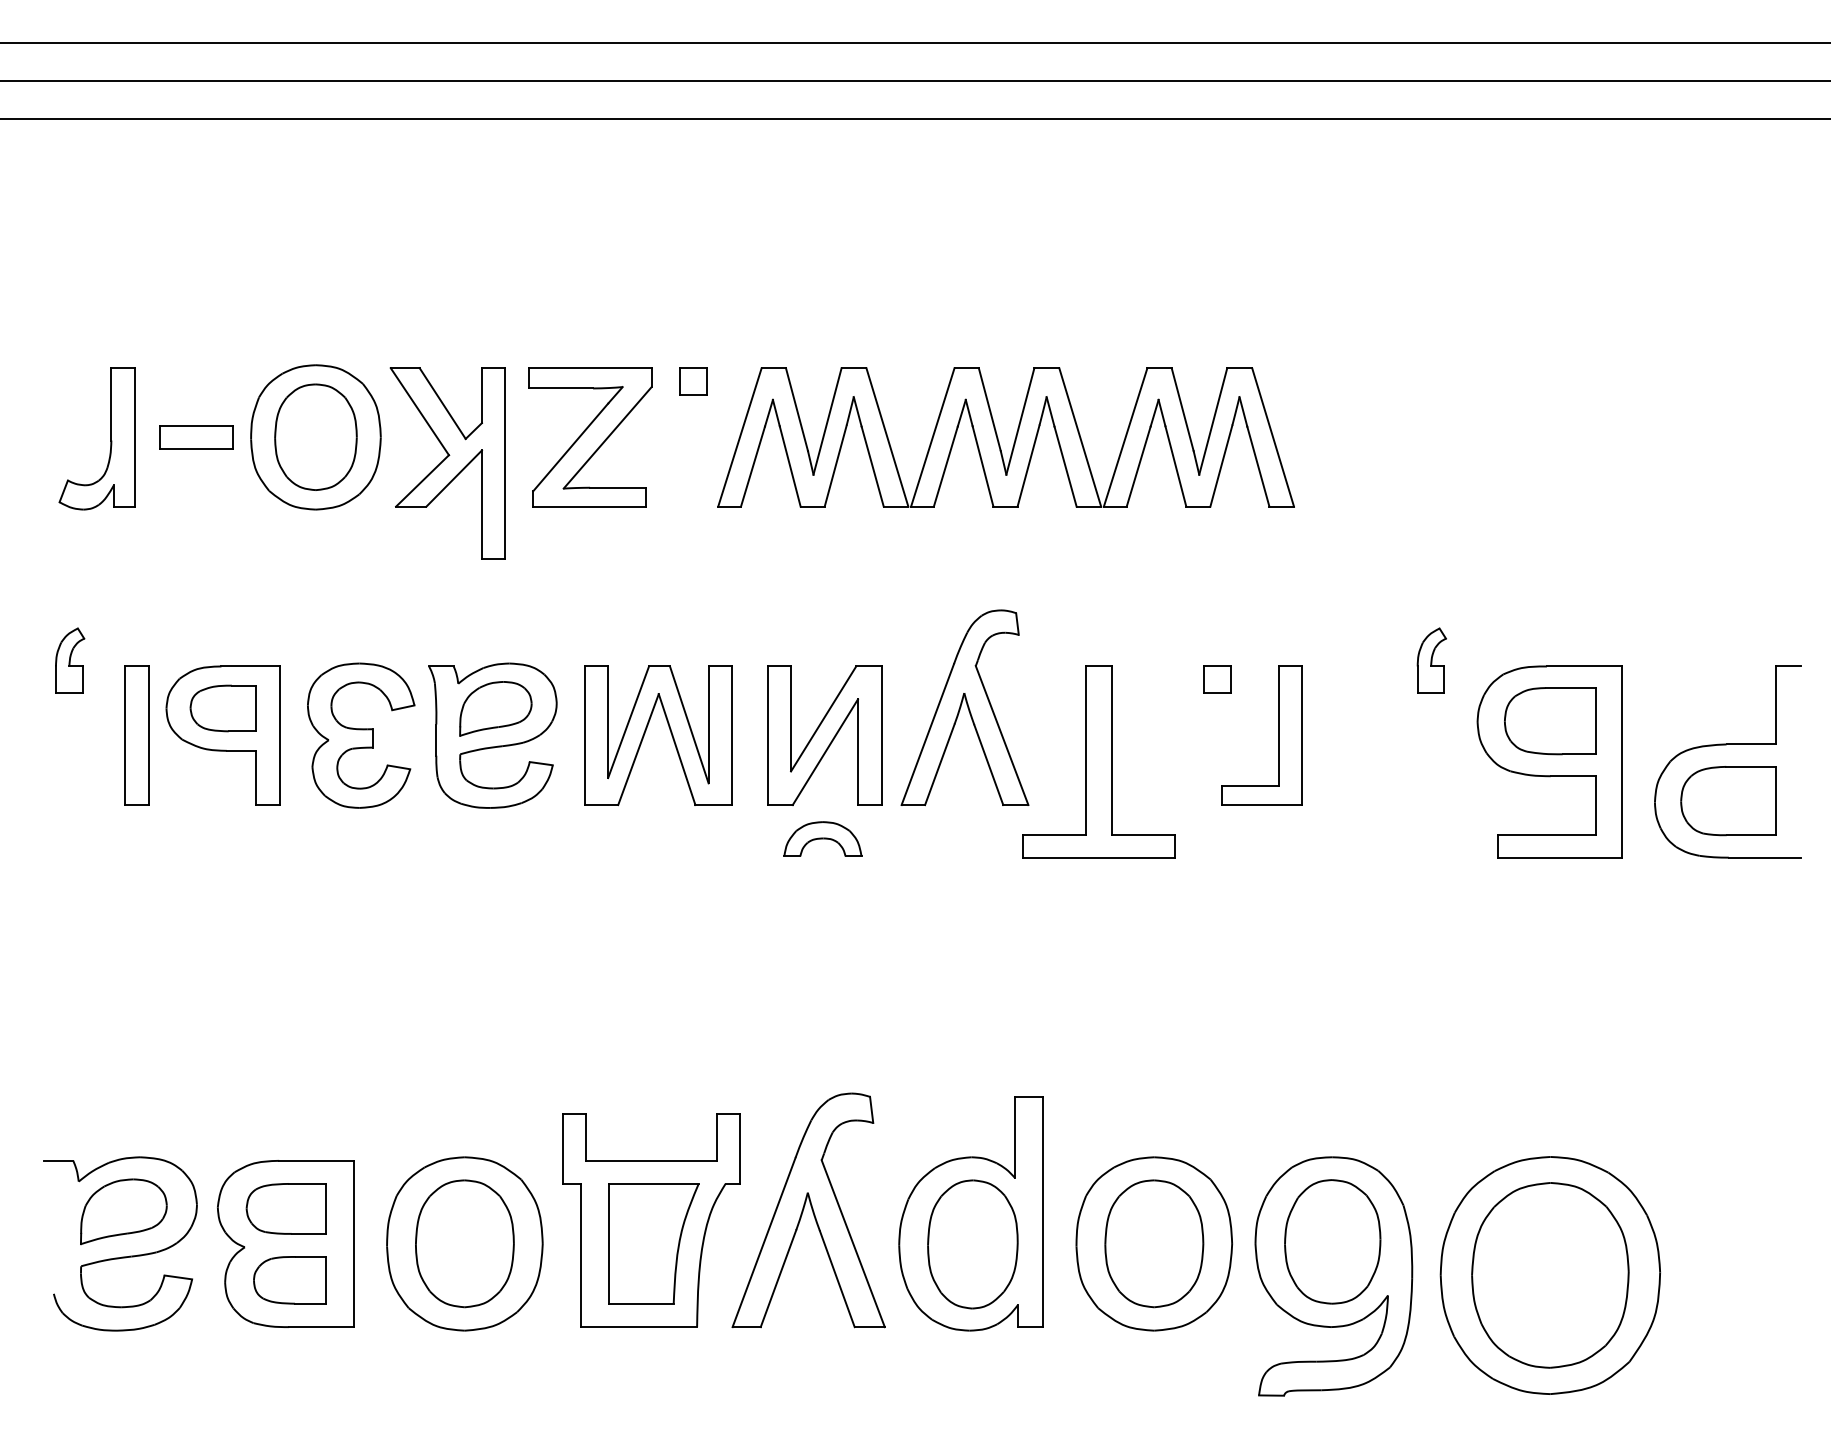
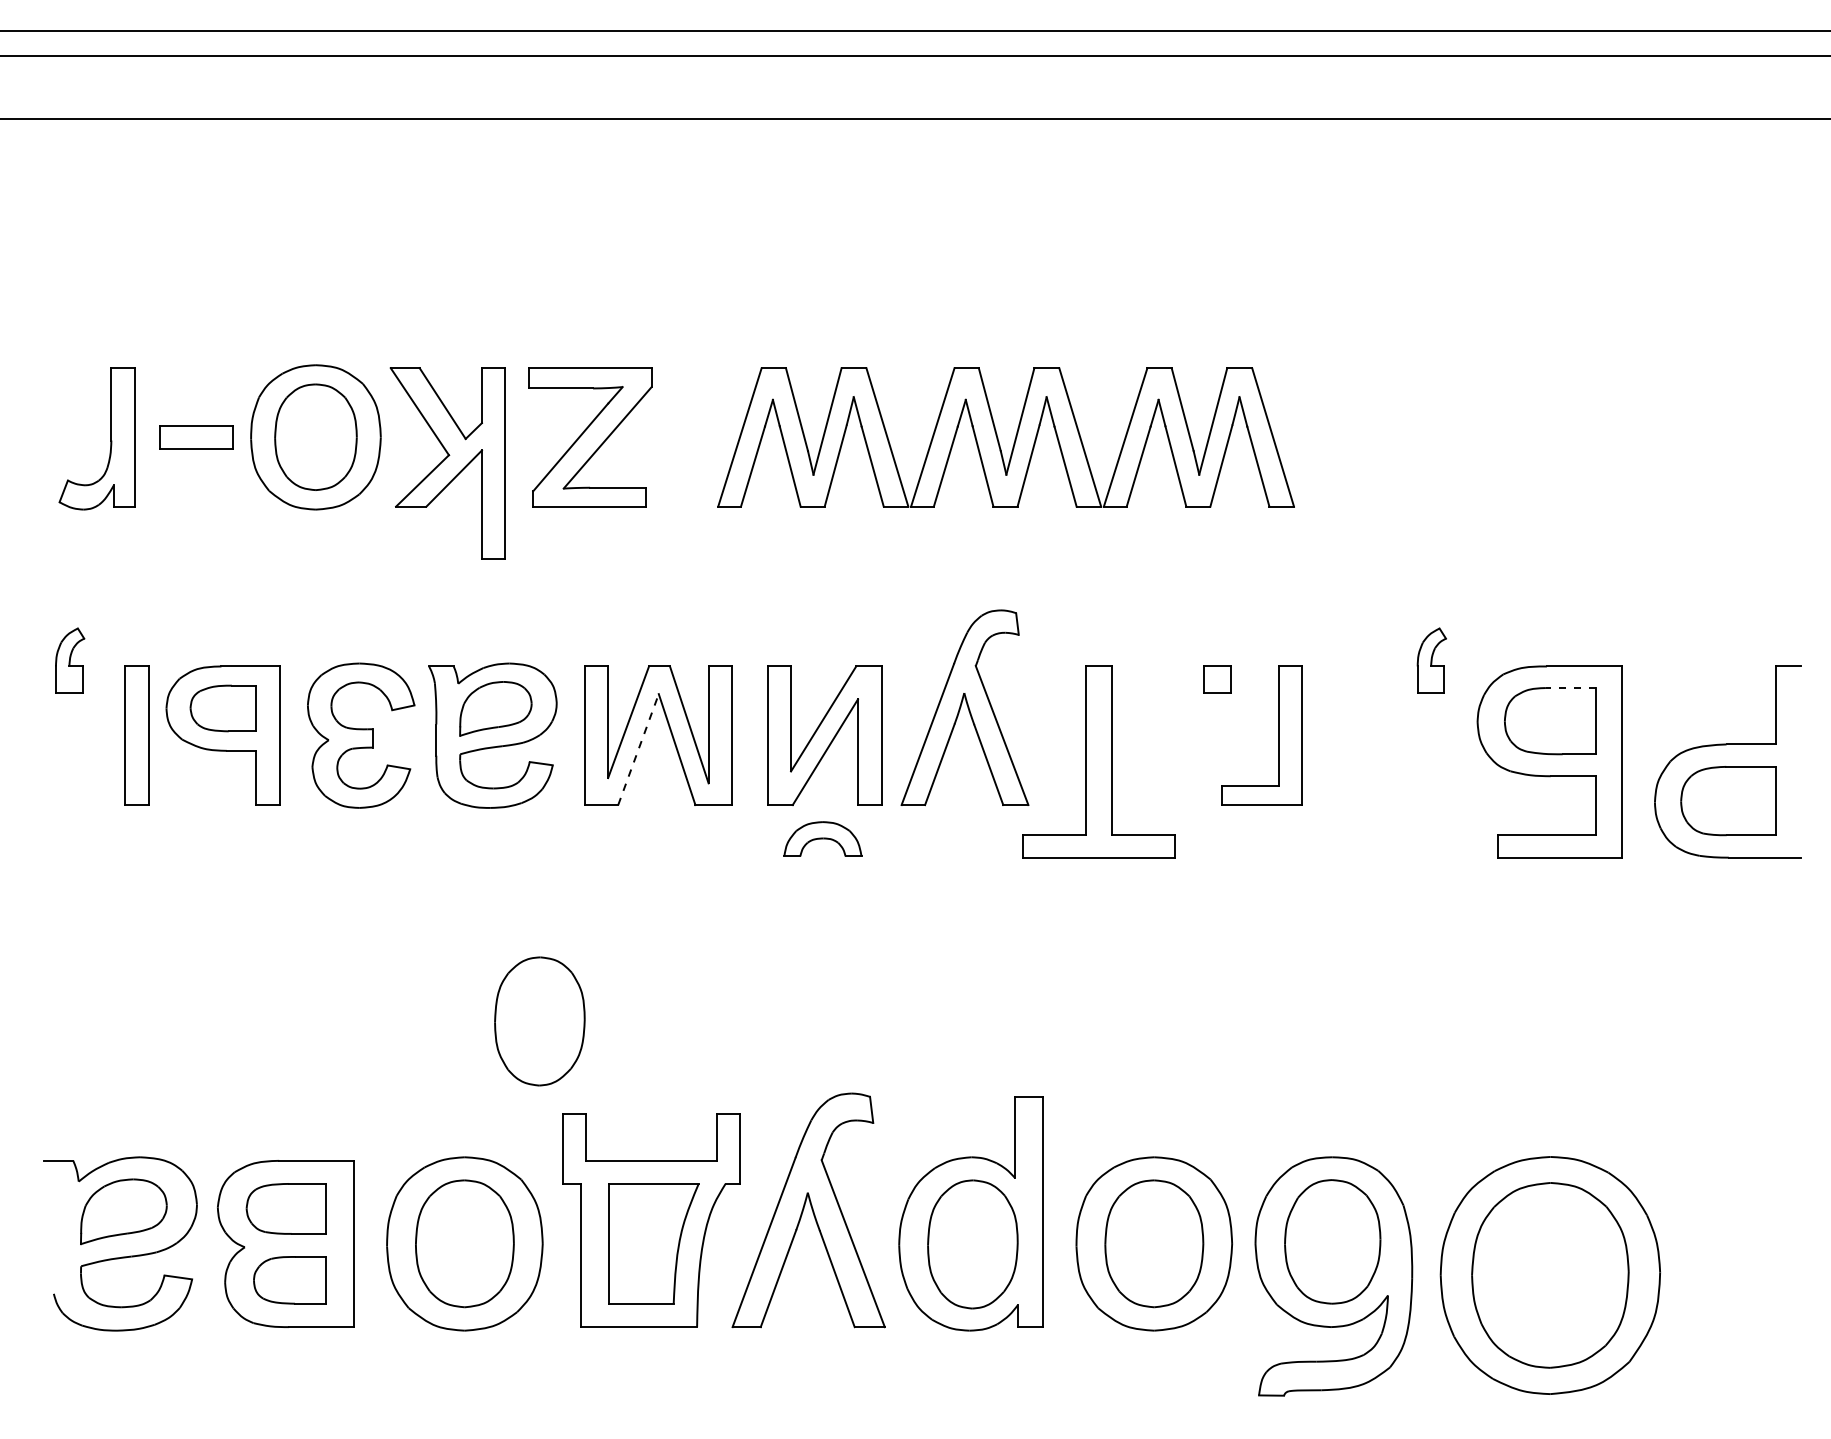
line at (914, 43) position: (914, 43) -> (914, 31)
line at (914, 81) position: (914, 81) -> (914, 56)
part at (693, 381): present -> none
line at (1570, 688): solid -> dashed
line at (638, 749): solid -> dashed
part at (539, 1021): none -> present
